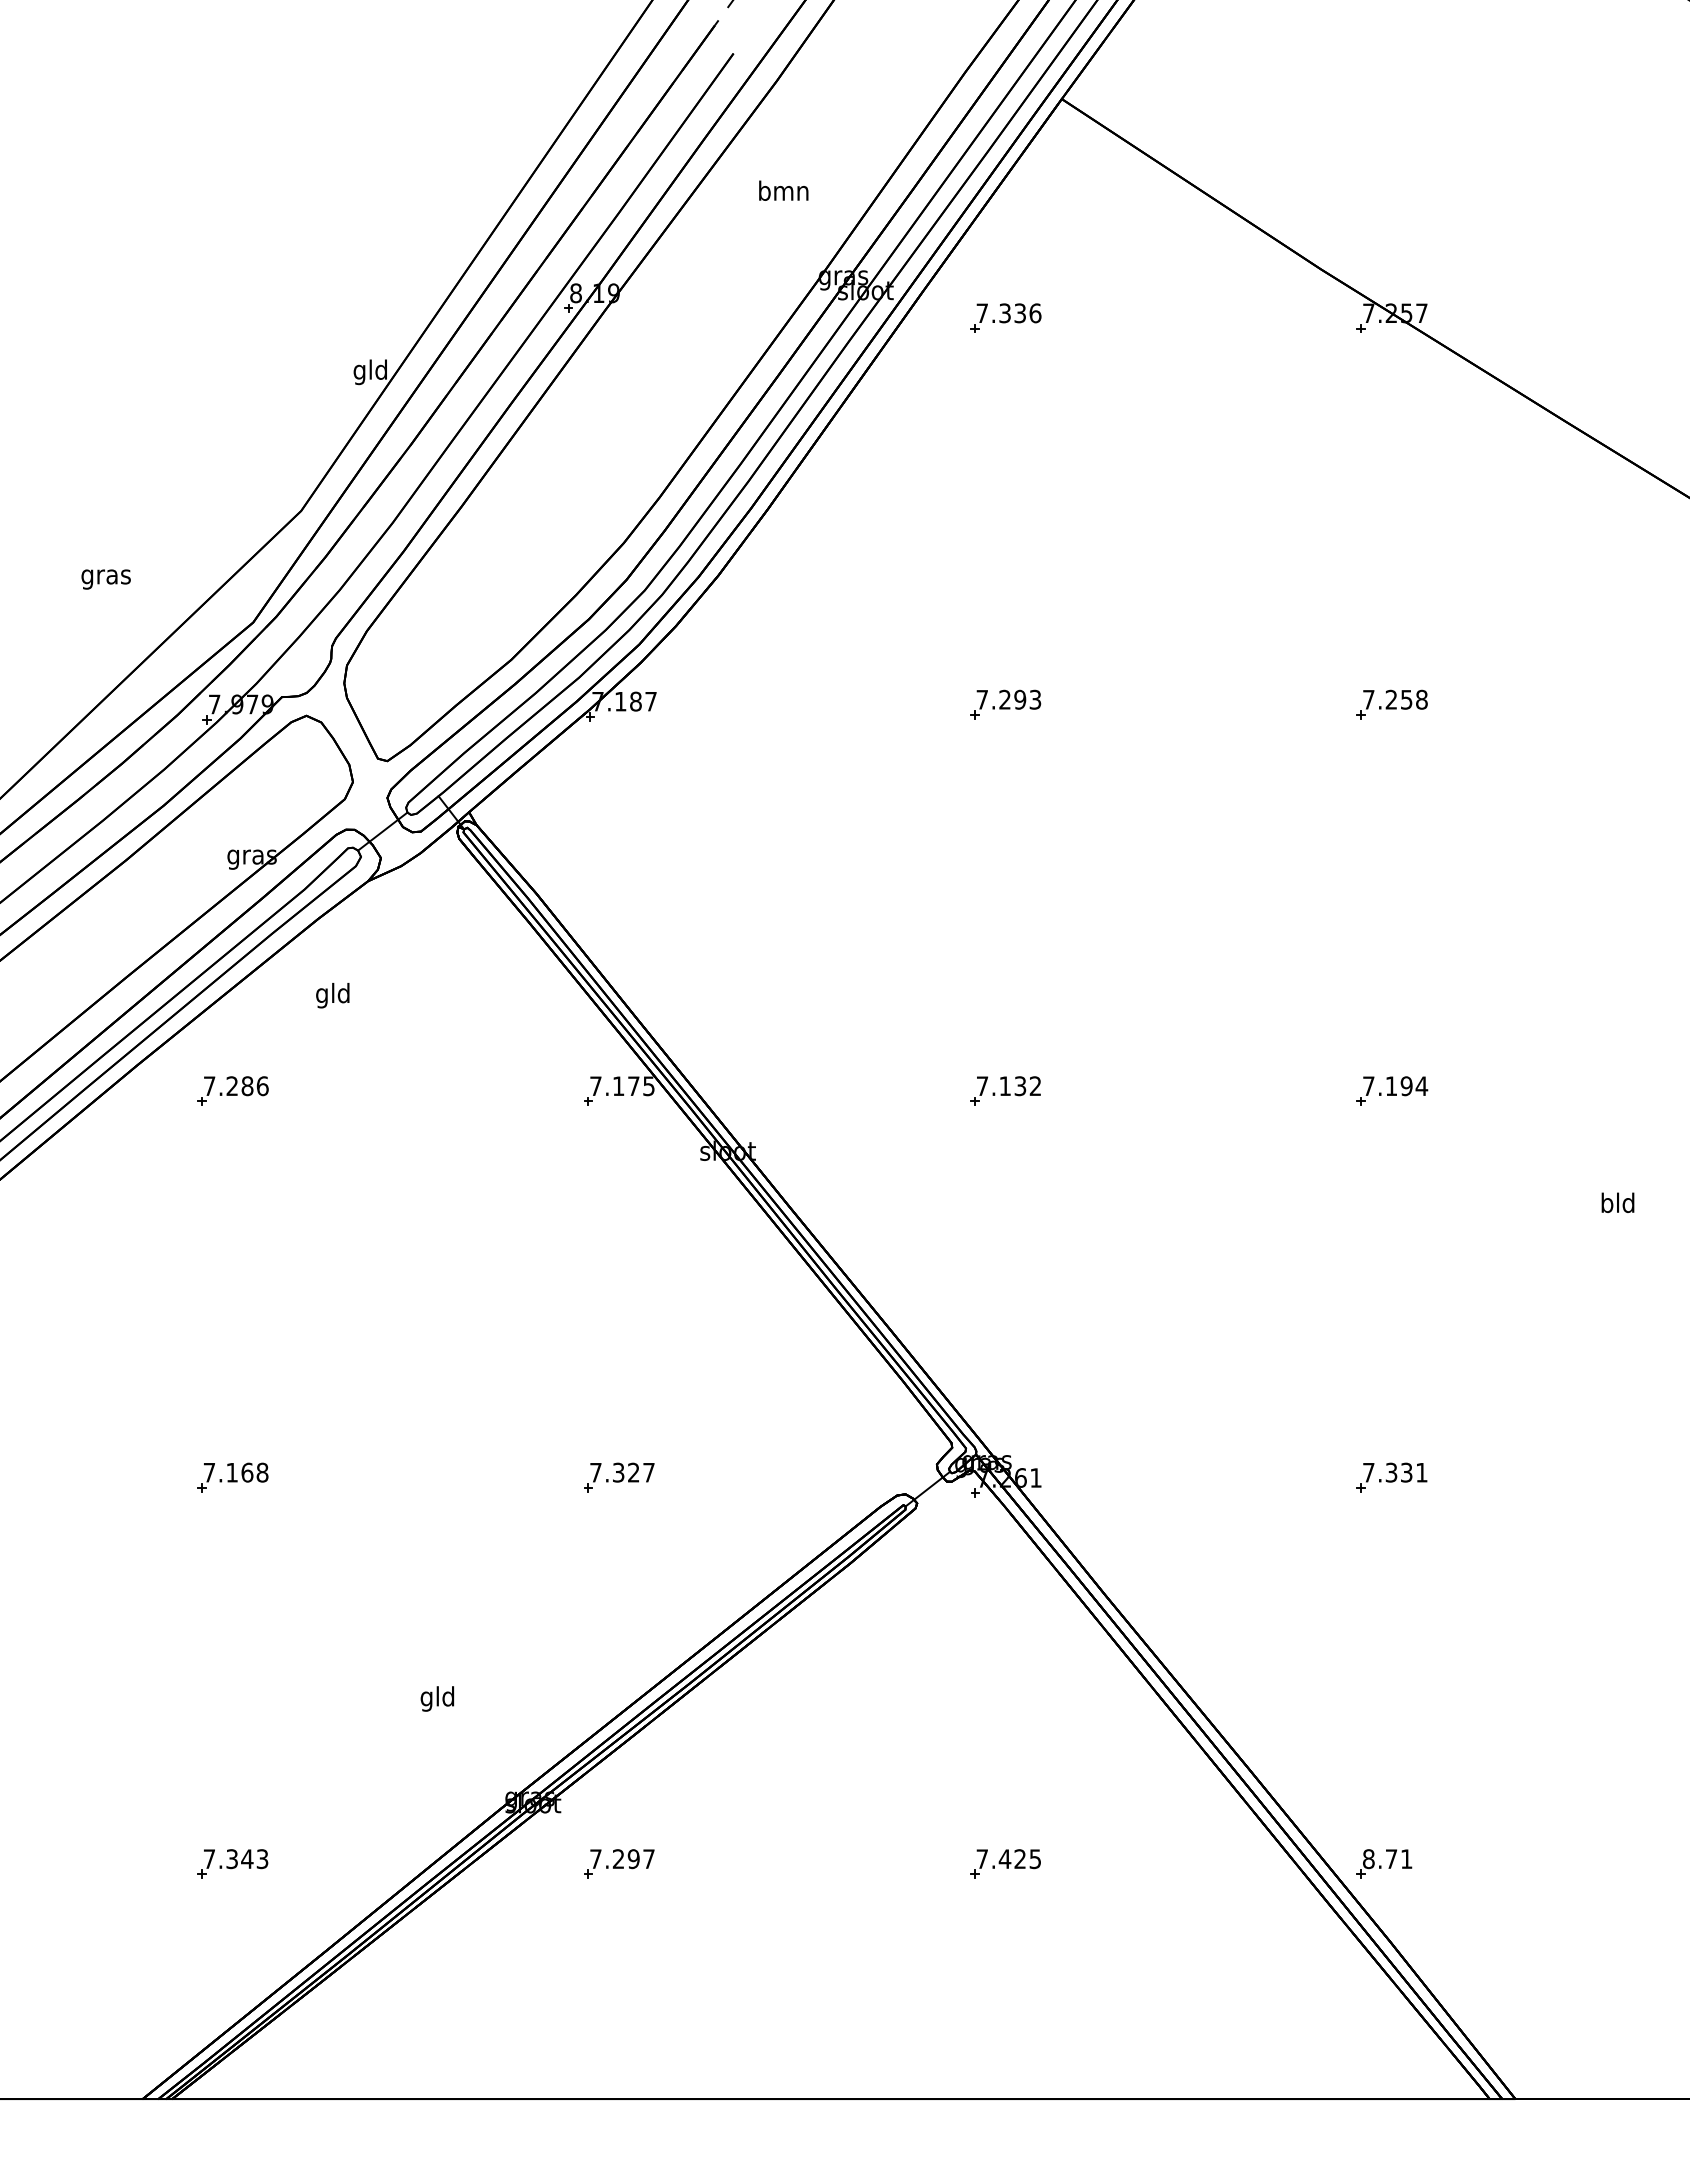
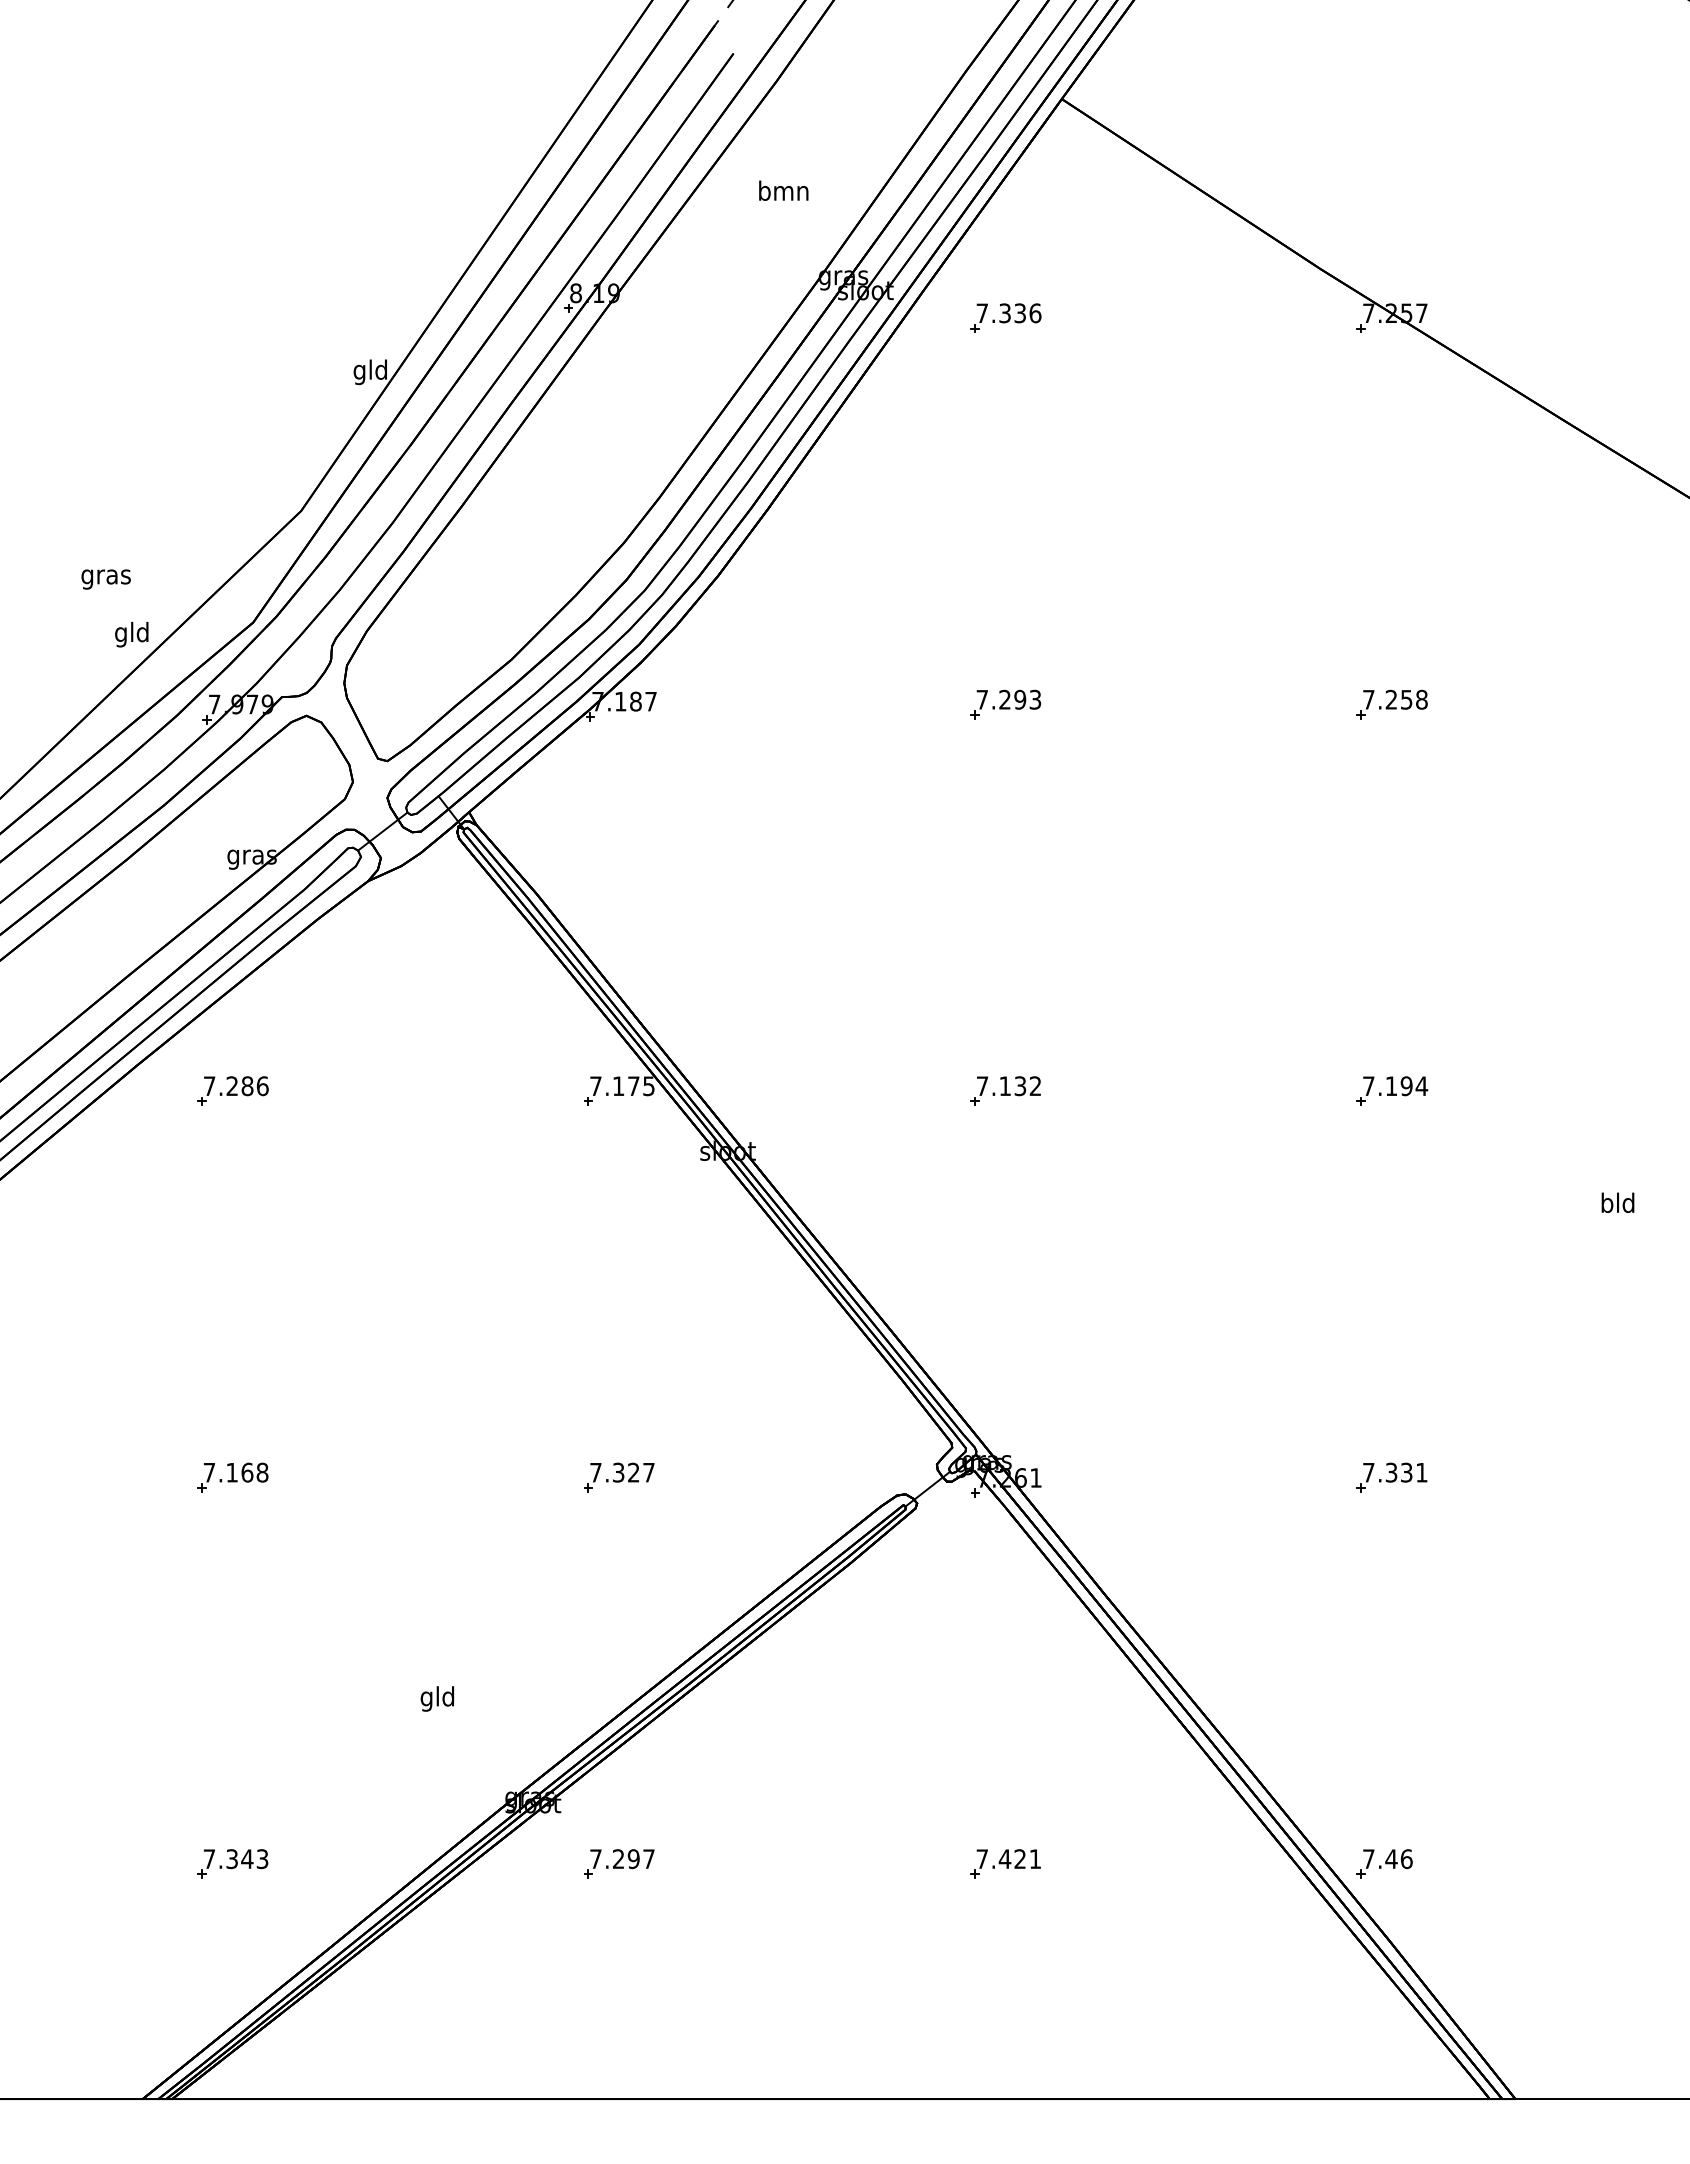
text at (332, 995) position: (332, 995) -> (131, 634)
text at (1034, 1859): 7.425 -> 7.421
text at (1387, 1859): 8.71 -> 7.46
